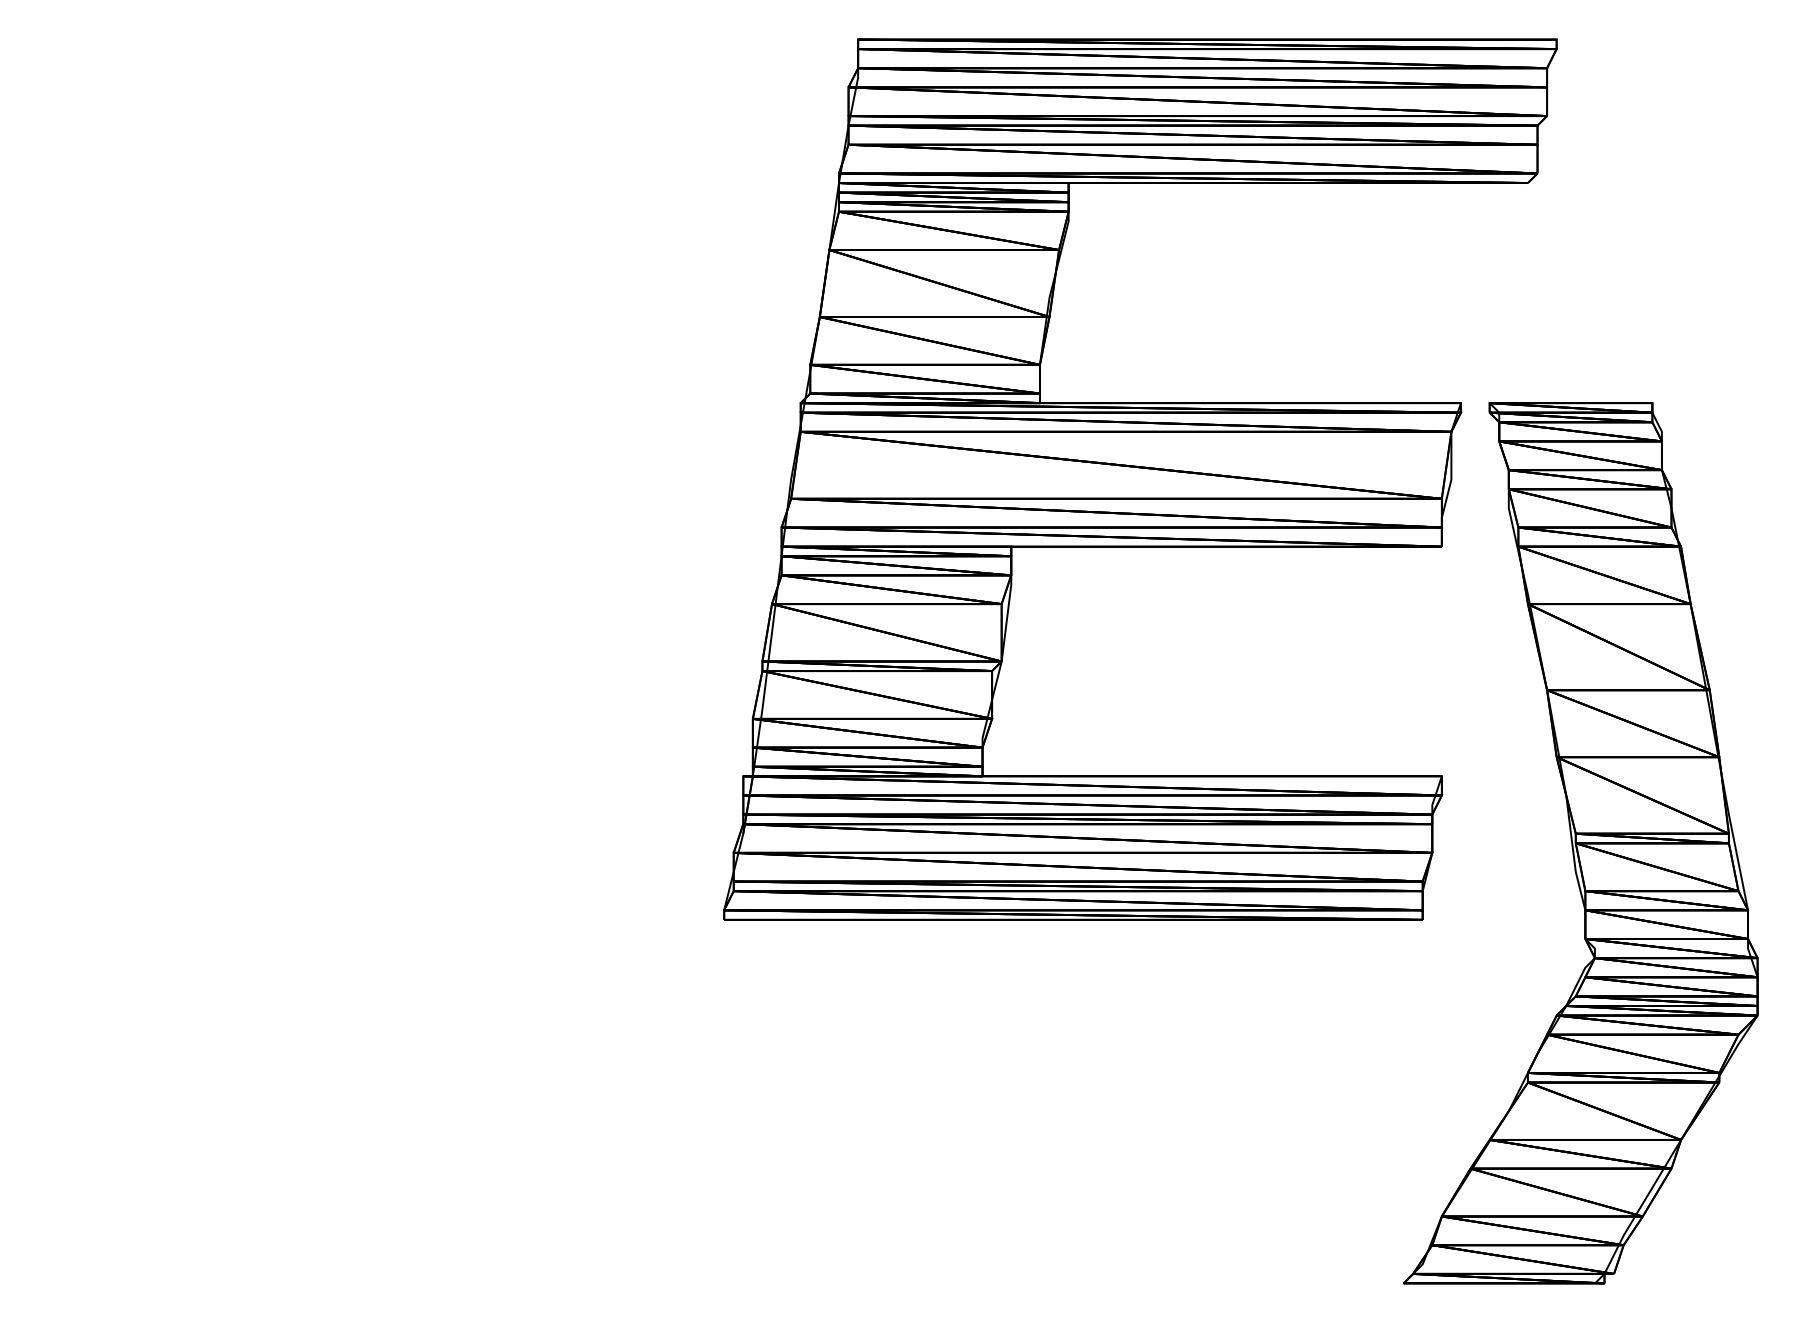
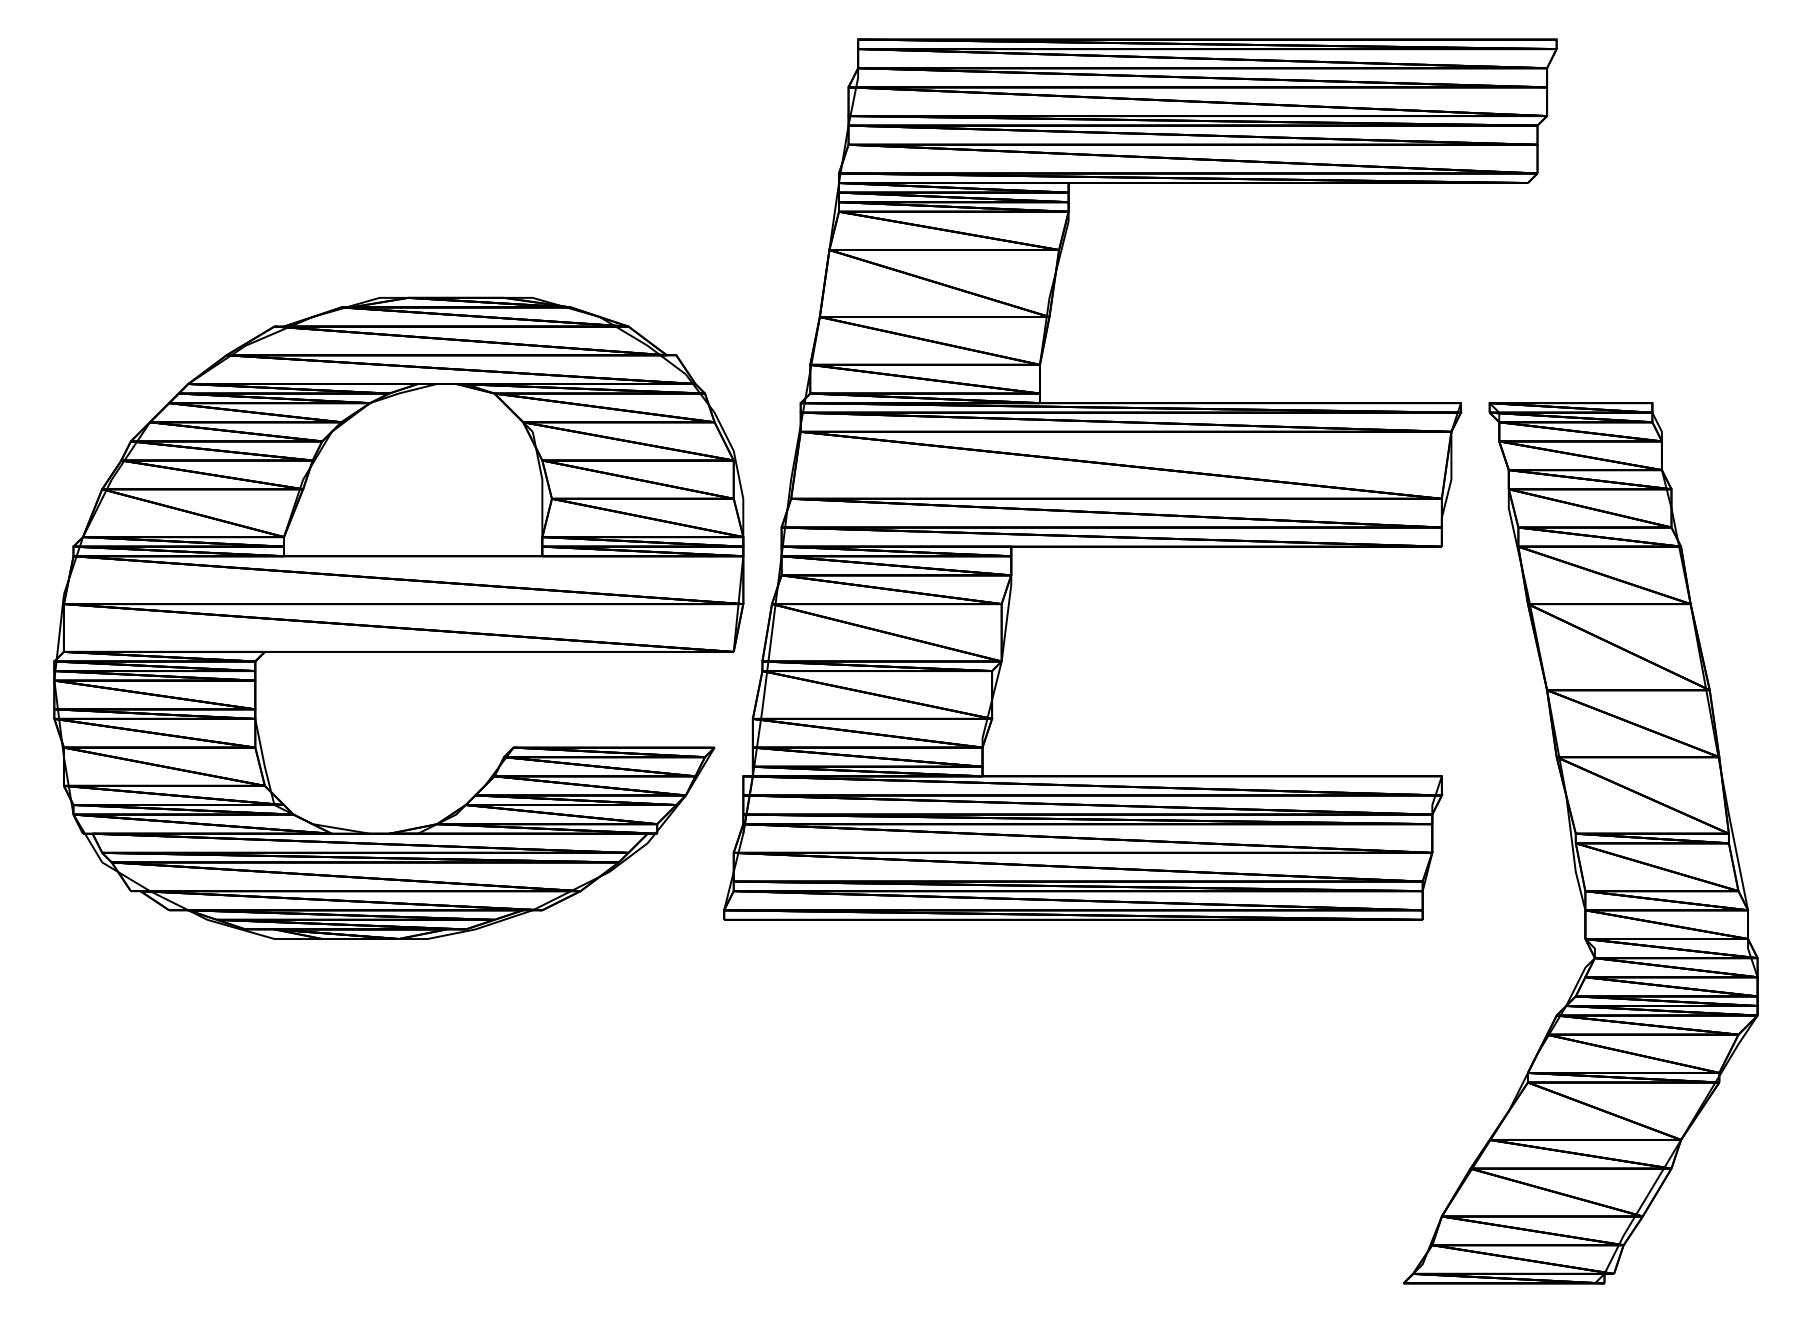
part at (398, 617): none -> present
